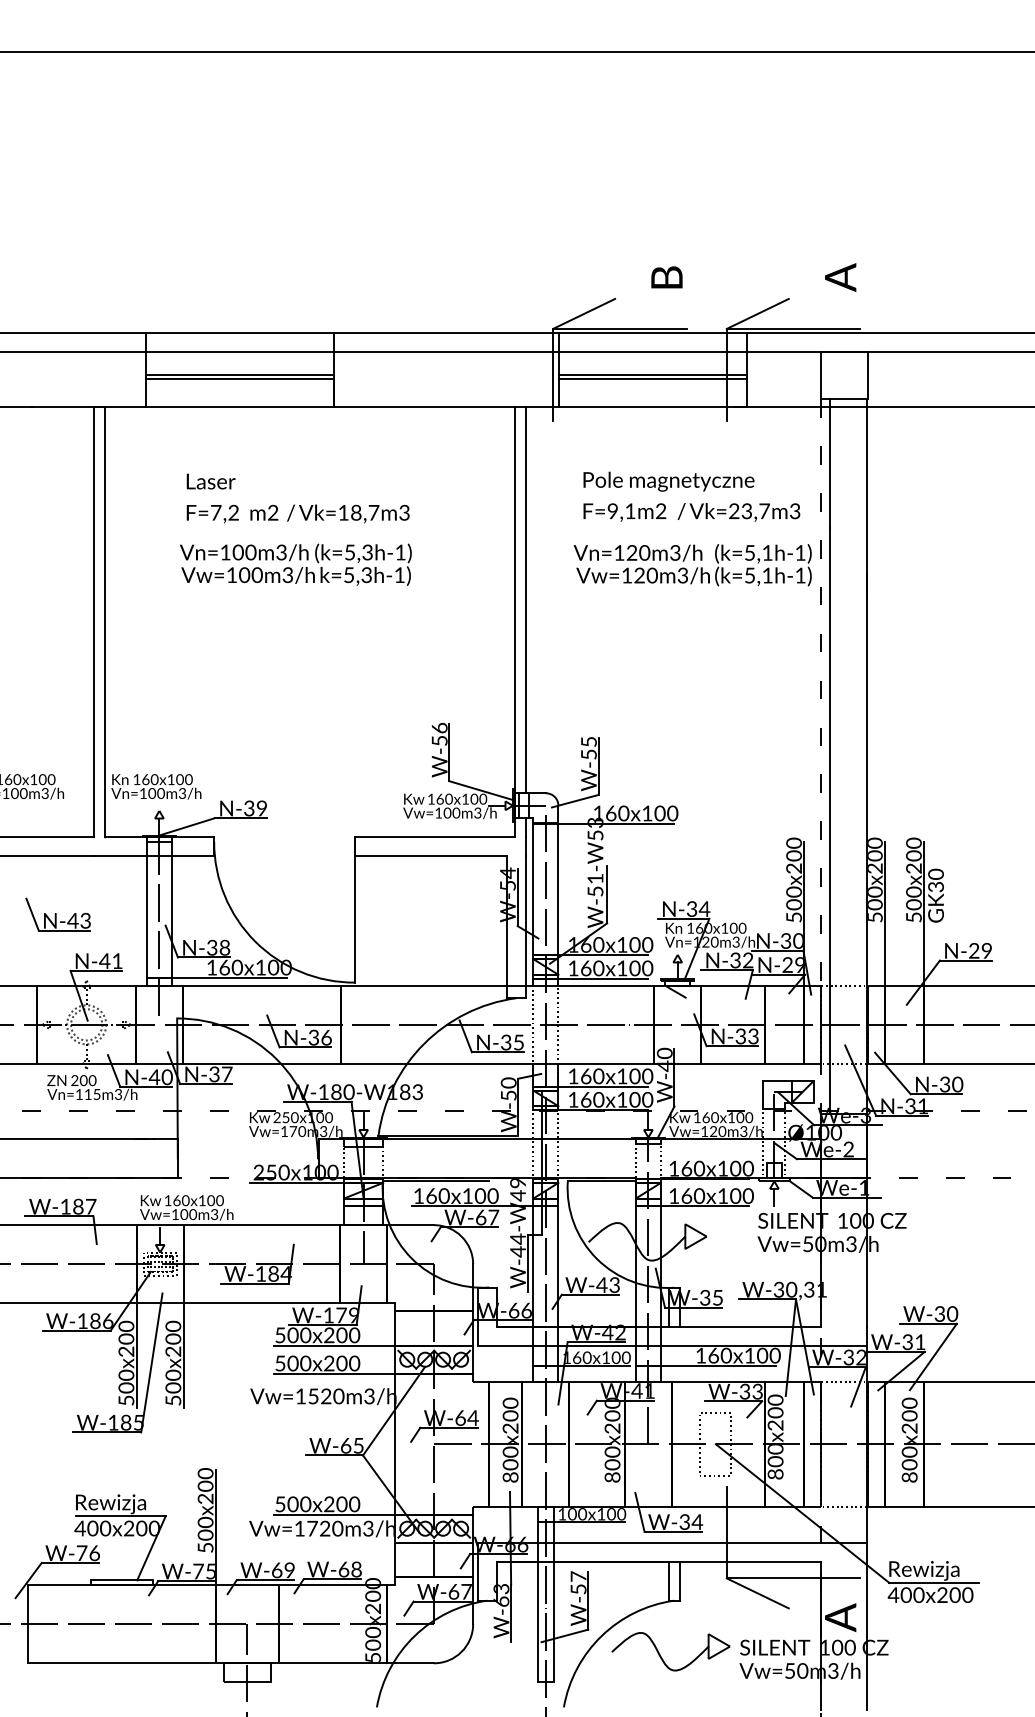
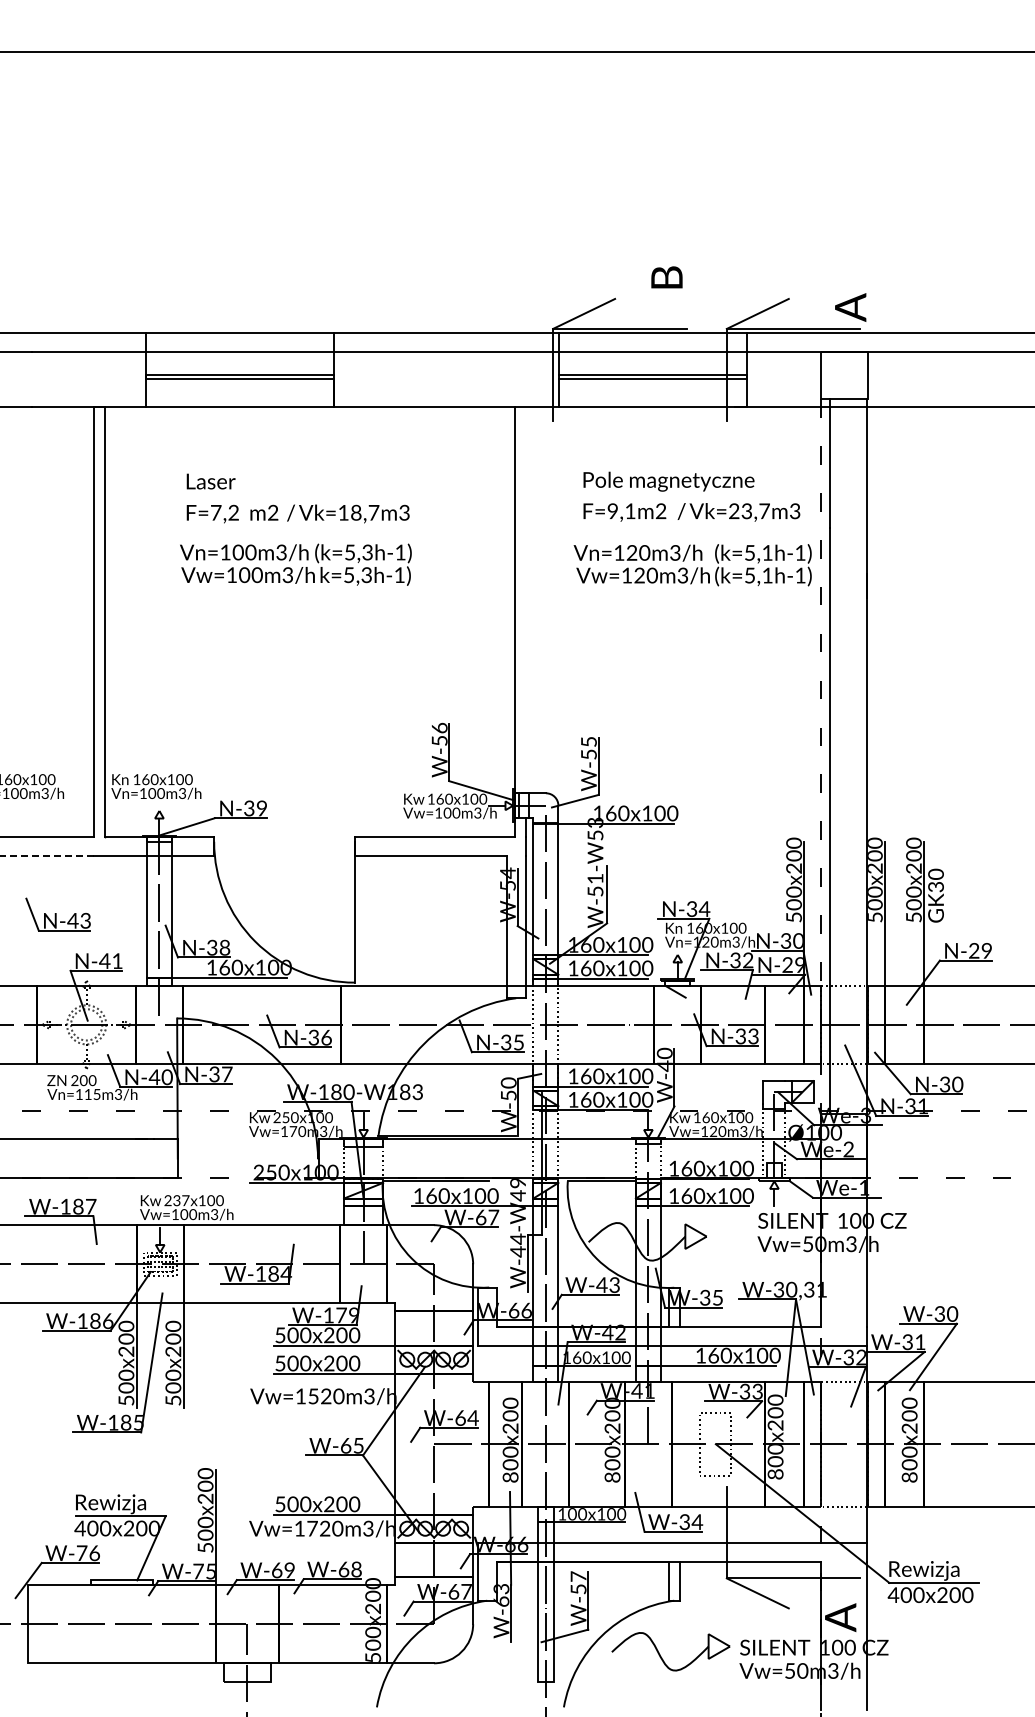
text at (840, 277) position: (840, 277) -> (850, 307)
line at (525, 599): present -> none
line at (46, 855): solid -> dashed
text at (176, 1200): 160x100 -> 237x100
